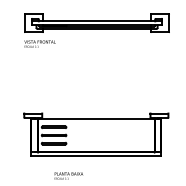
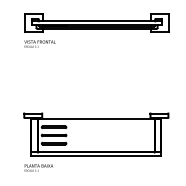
text at (68, 175) position: (68, 175) -> (38, 167)
